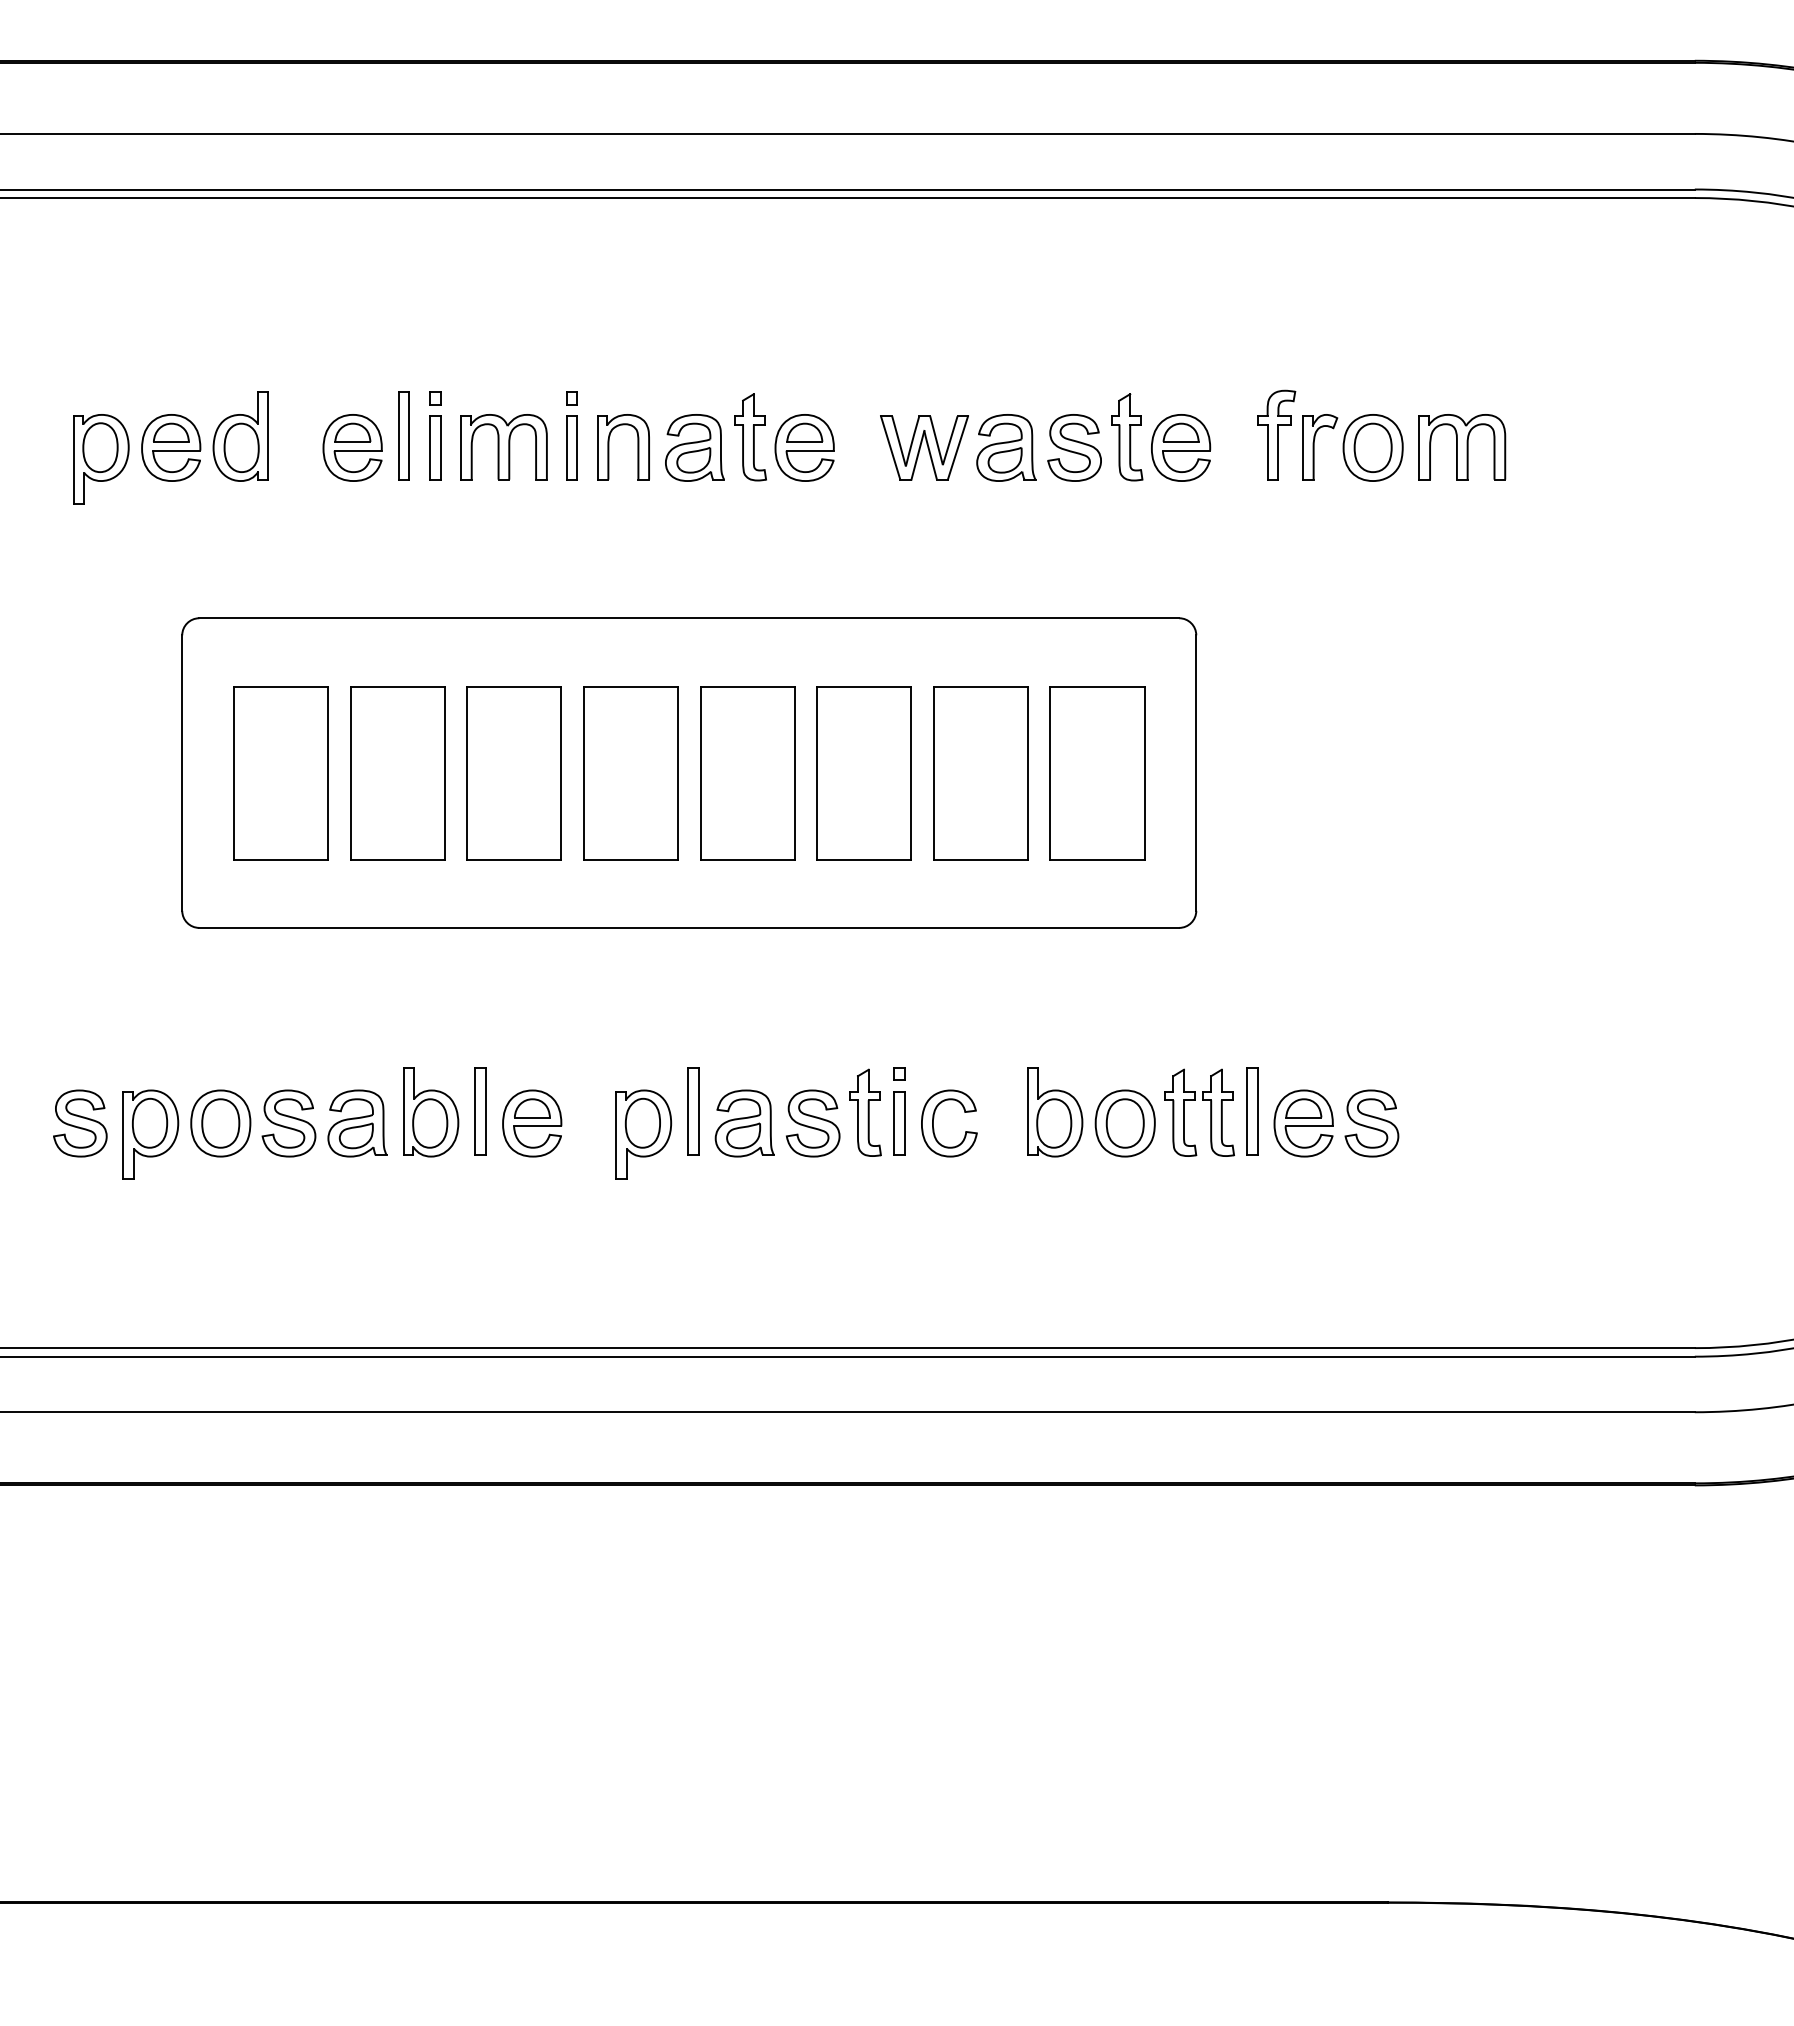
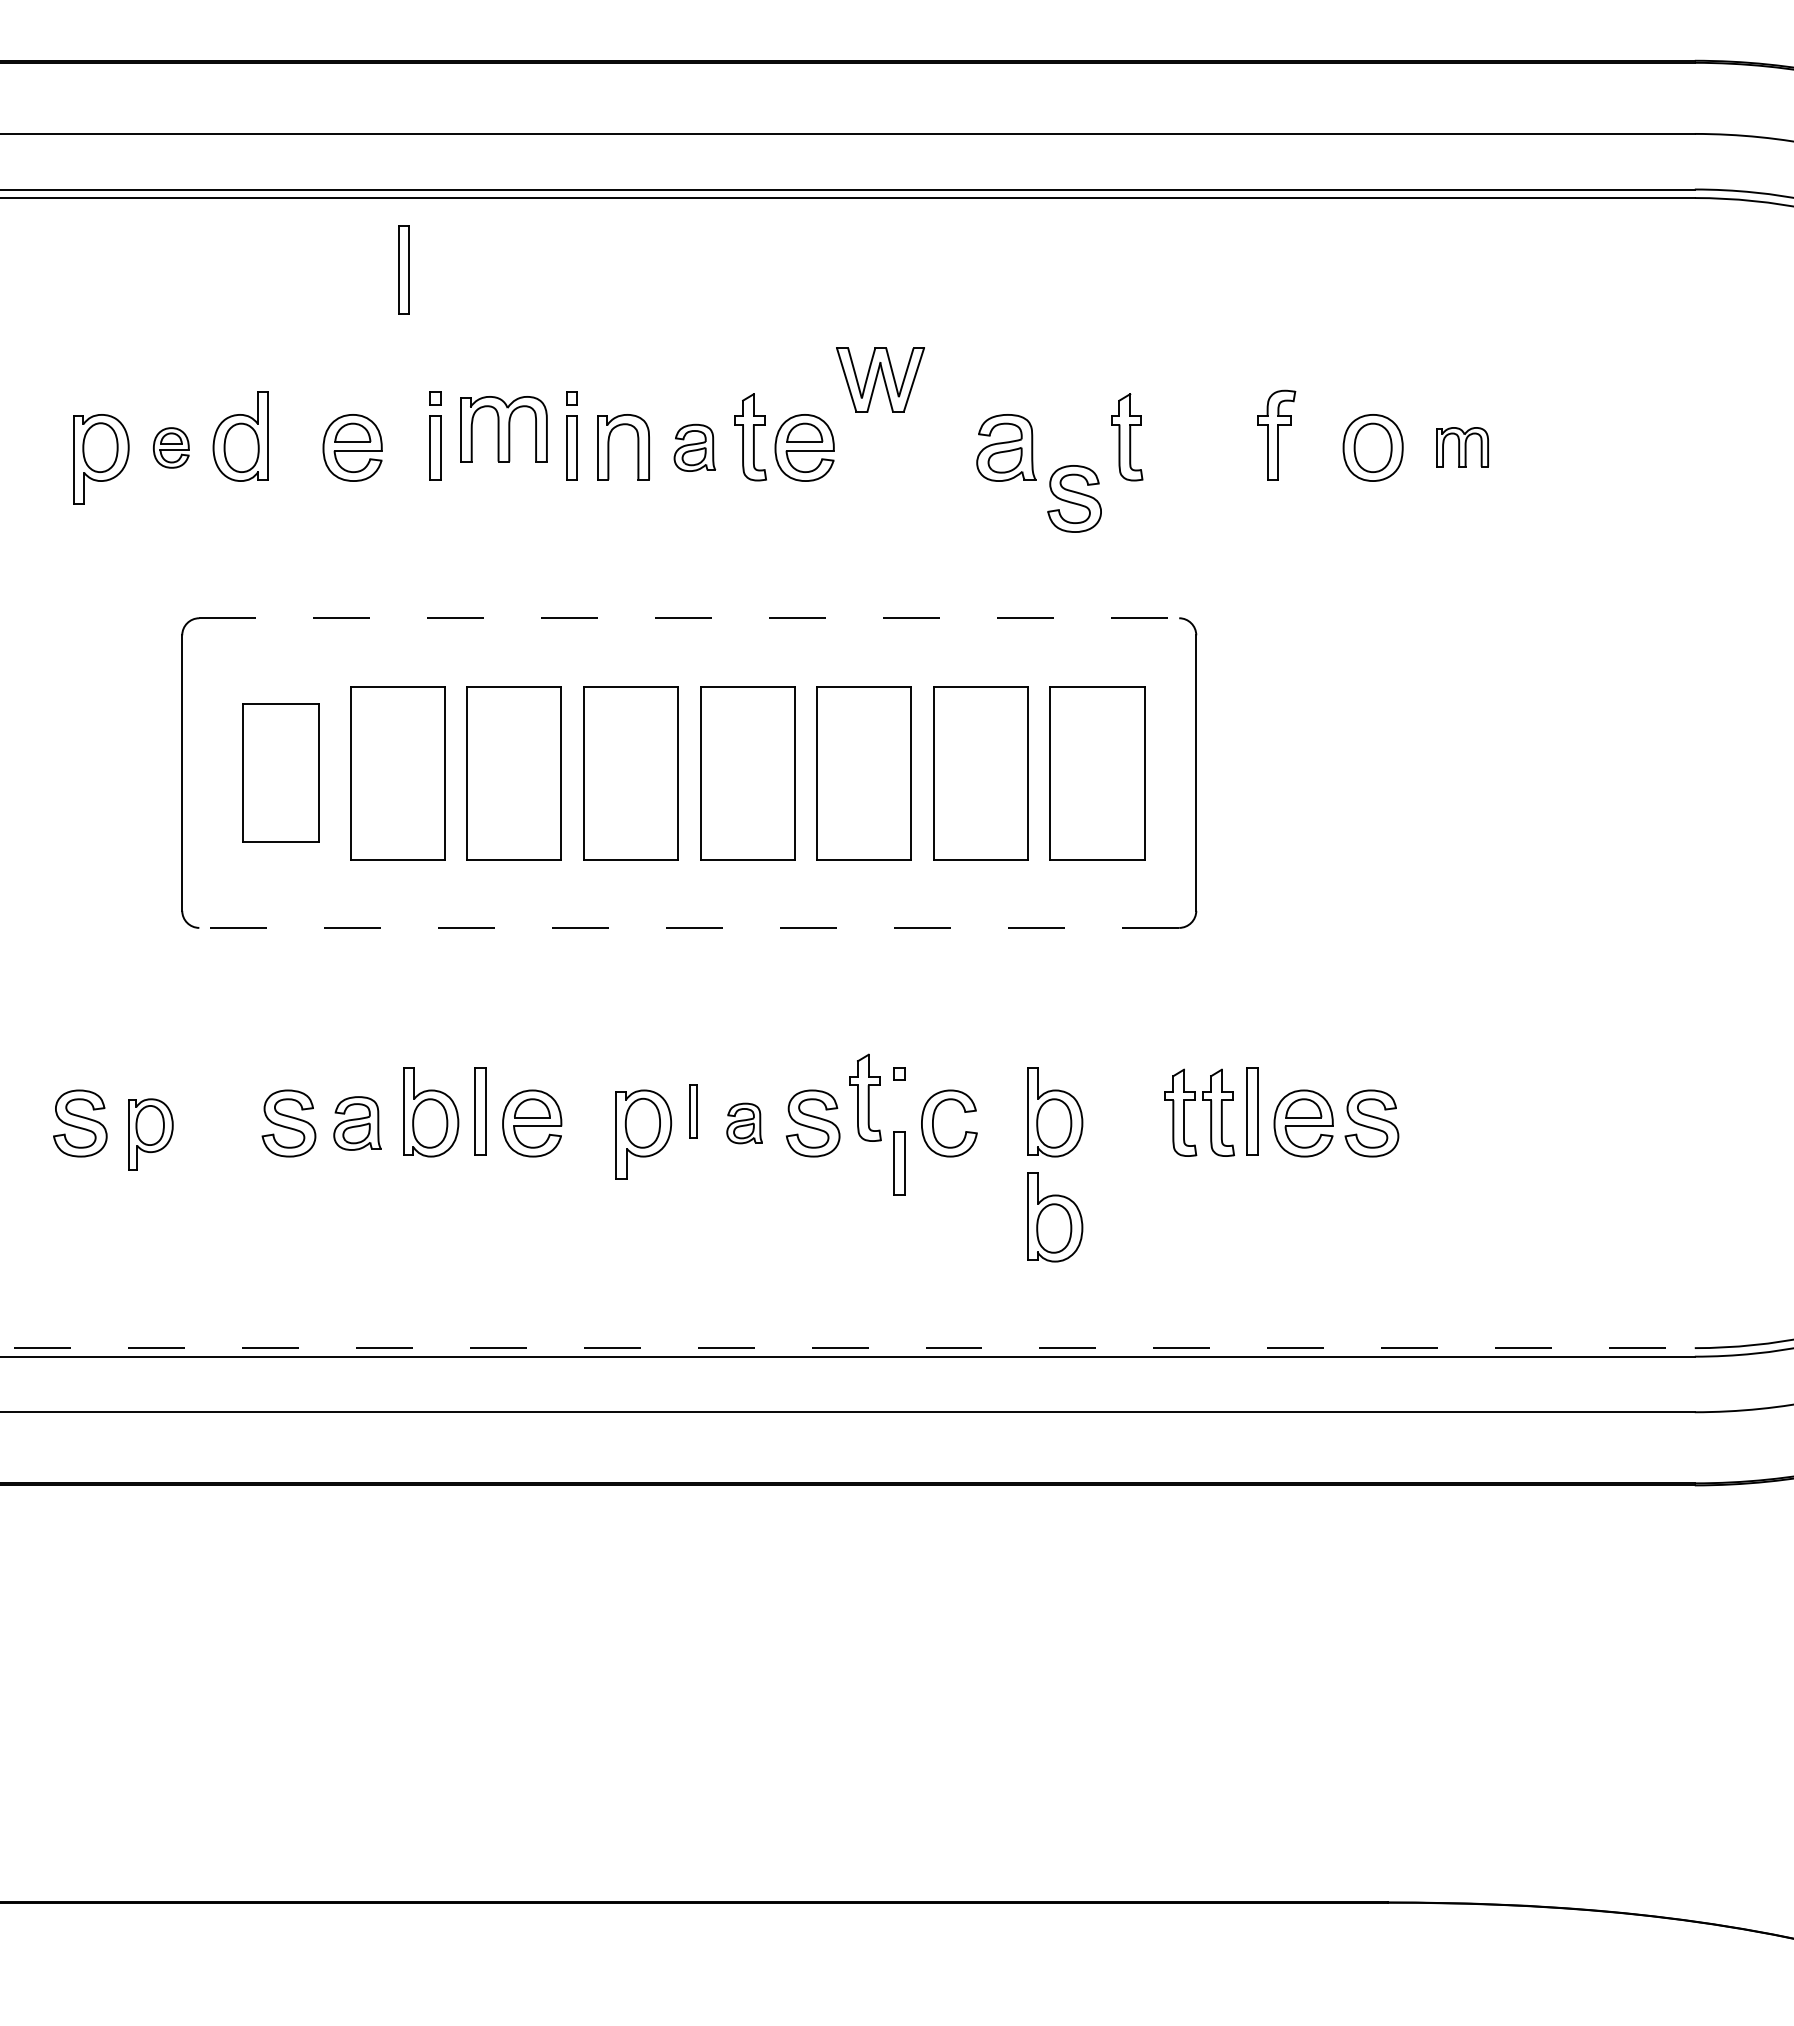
part at (403, 435) position: (403, 435) -> (403, 269)
part at (171, 447) size: 61x68 px -> 37x42 px
part at (503, 447) position: (503, 447) -> (503, 429)
part at (694, 447) size: 60x68 px -> 44x49 px
part at (924, 447) position: (924, 447) -> (880, 379)
part at (1074, 447) position: (1074, 447) -> (1074, 498)
part at (1181, 447): present -> none
part at (1320, 447): present -> none
part at (1462, 447) size: 89x67 px -> 53x41 px
line at (689, 618): solid -> dashed
part at (280, 773) size: 96x175 px -> 78x140 px
line at (689, 927): solid -> dashed
part at (693, 1111) size: 13x89 px -> 9x55 px
part at (865, 1112) position: (865, 1112) -> (865, 1097)
part at (220, 1123): present -> none
part at (357, 1123) size: 61x69 px -> 49x55 px
part at (744, 1123) size: 61x69 px -> 37x43 px
part at (899, 1123) position: (899, 1123) -> (899, 1163)
part at (1124, 1123): present -> none
part at (150, 1134) size: 58x91 px -> 46x73 px
part at (1055, 1217): none -> present
line at (848, 1348): solid -> dashed
